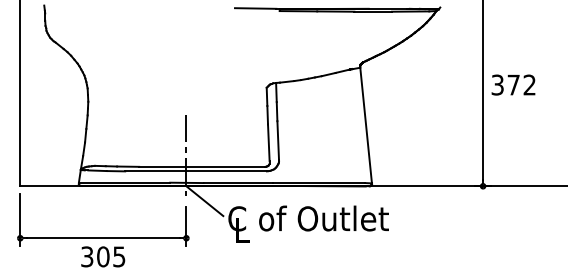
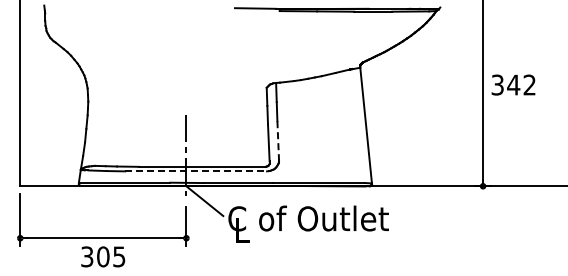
text at (513, 84): 372 -> 342
line at (278, 141): solid -> dashed
line at (196, 171): solid -> dashed
